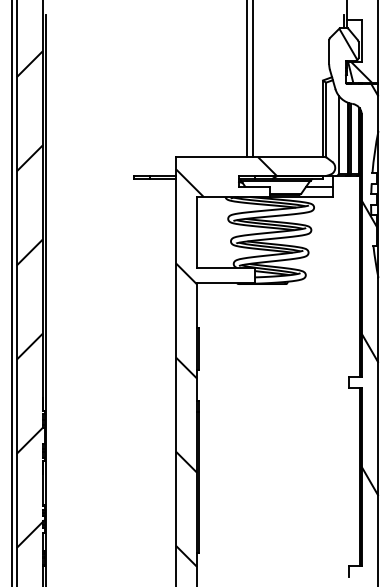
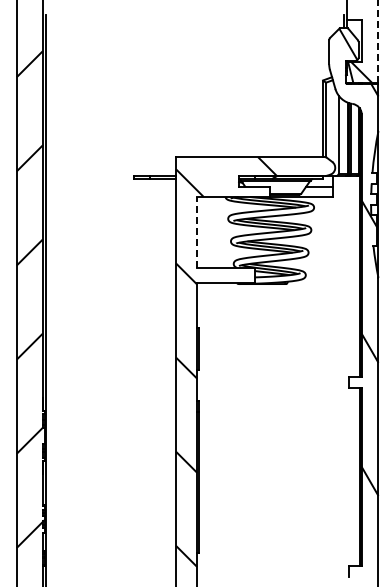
line at (378, 41): solid -> dashed
line at (247, 79): present -> none
line at (252, 79): present -> none
line at (197, 231): solid -> dashed
line at (11, 292): present -> none
